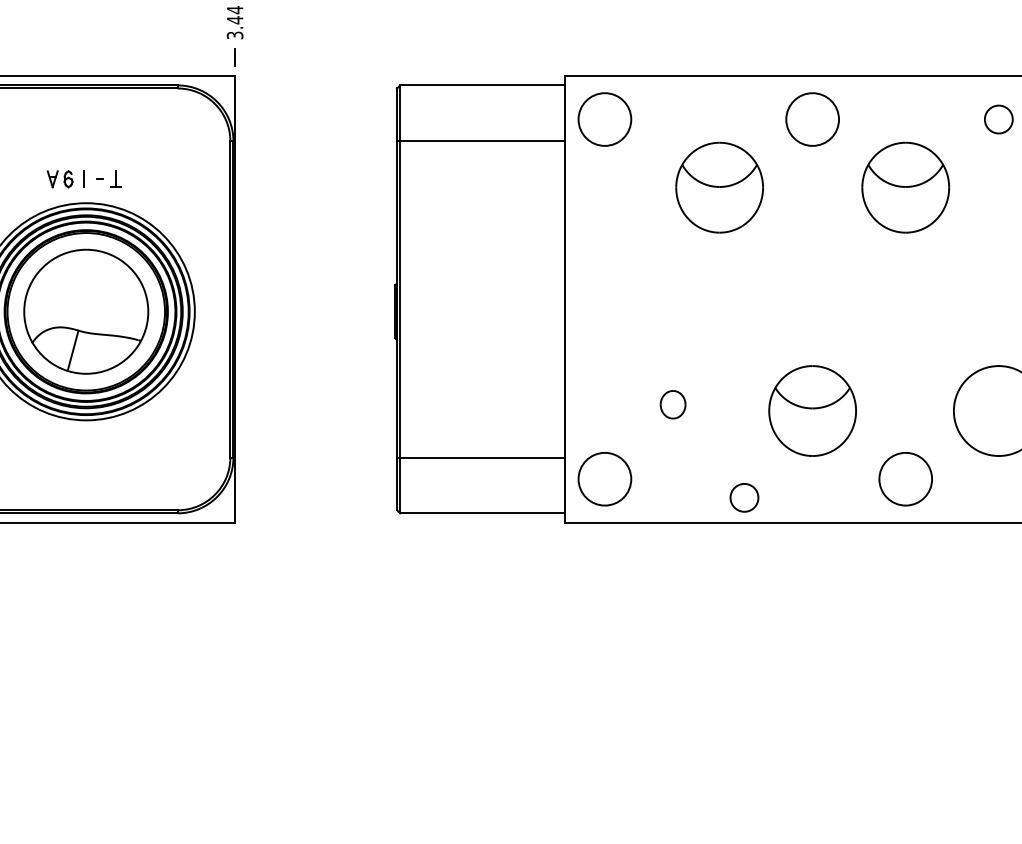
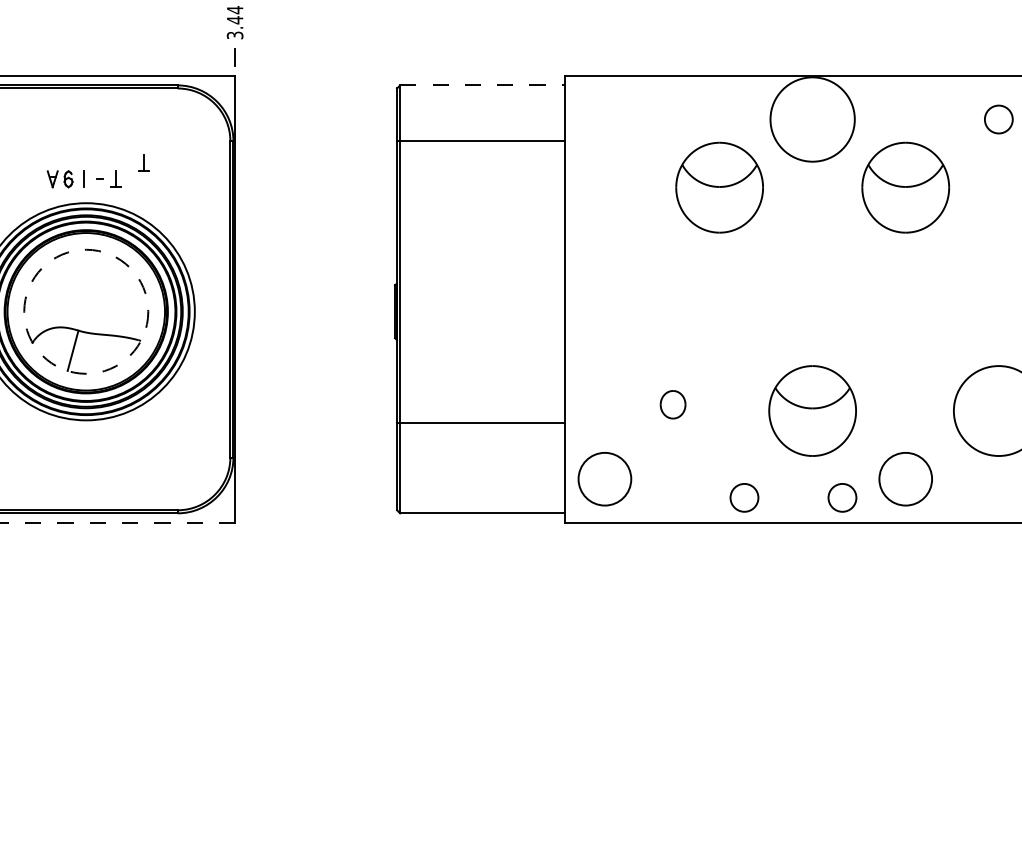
line at (482, 85): solid -> dashed
circle at (604, 119): present -> none
circle at (812, 119) diameter: 53 px -> 84 px
part at (143, 162): none -> present
circle at (86, 311): solid -> dashed
line at (480, 457) position: (480, 457) -> (480, 422)
circle at (842, 497): none -> present
line at (117, 522): solid -> dashed
